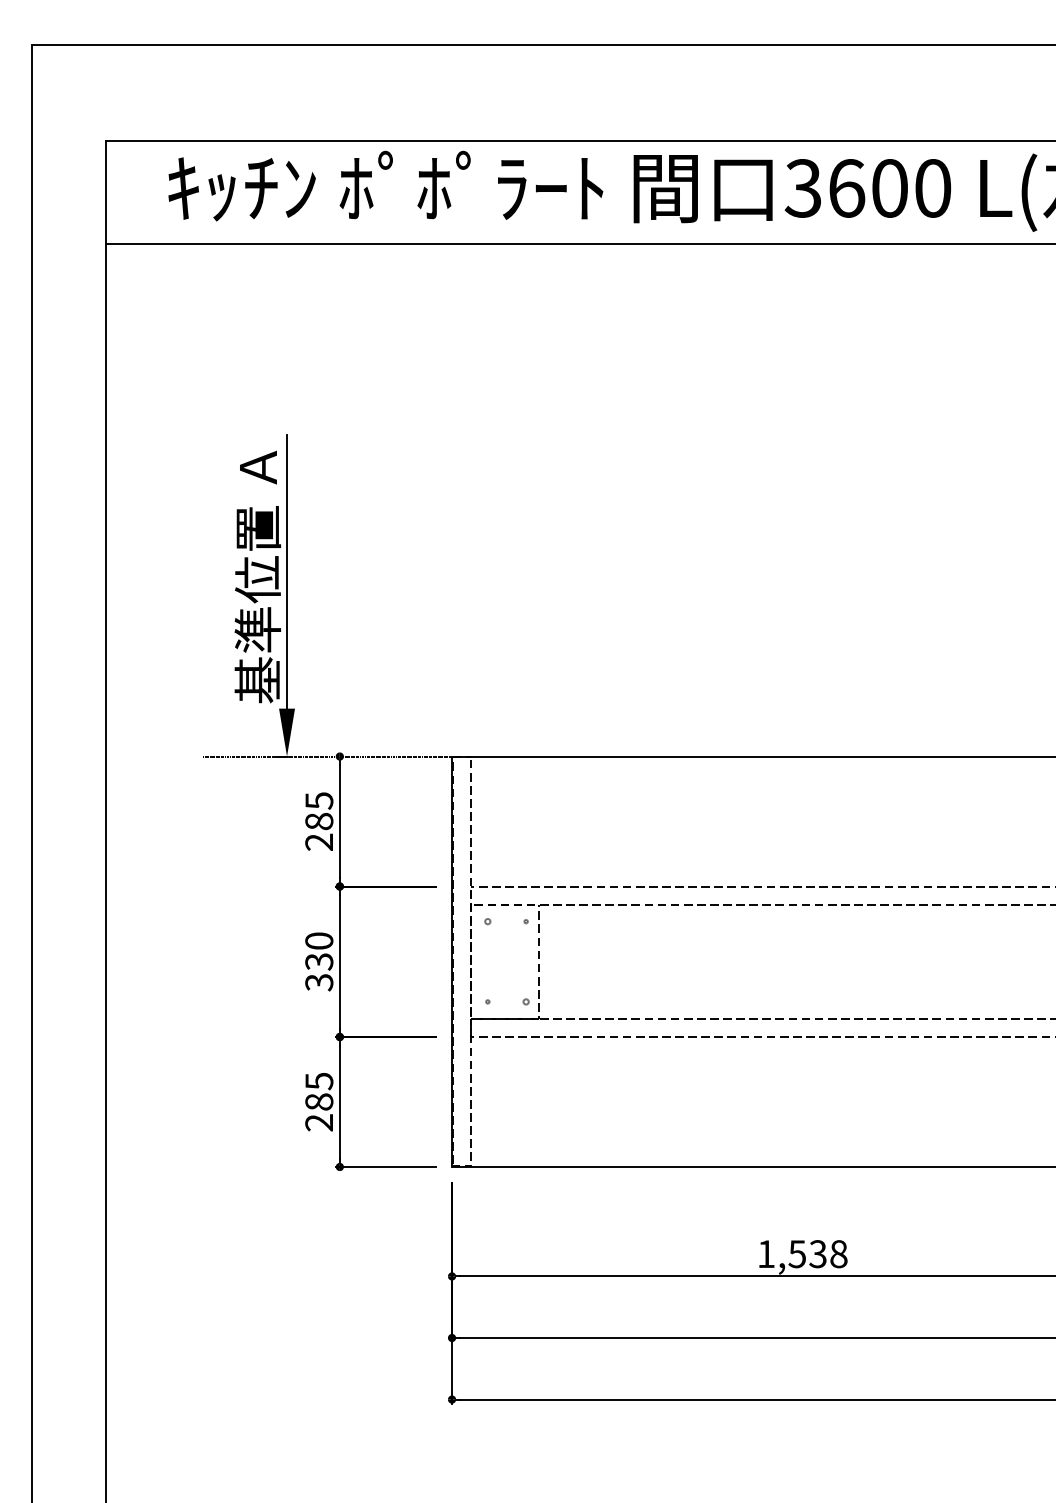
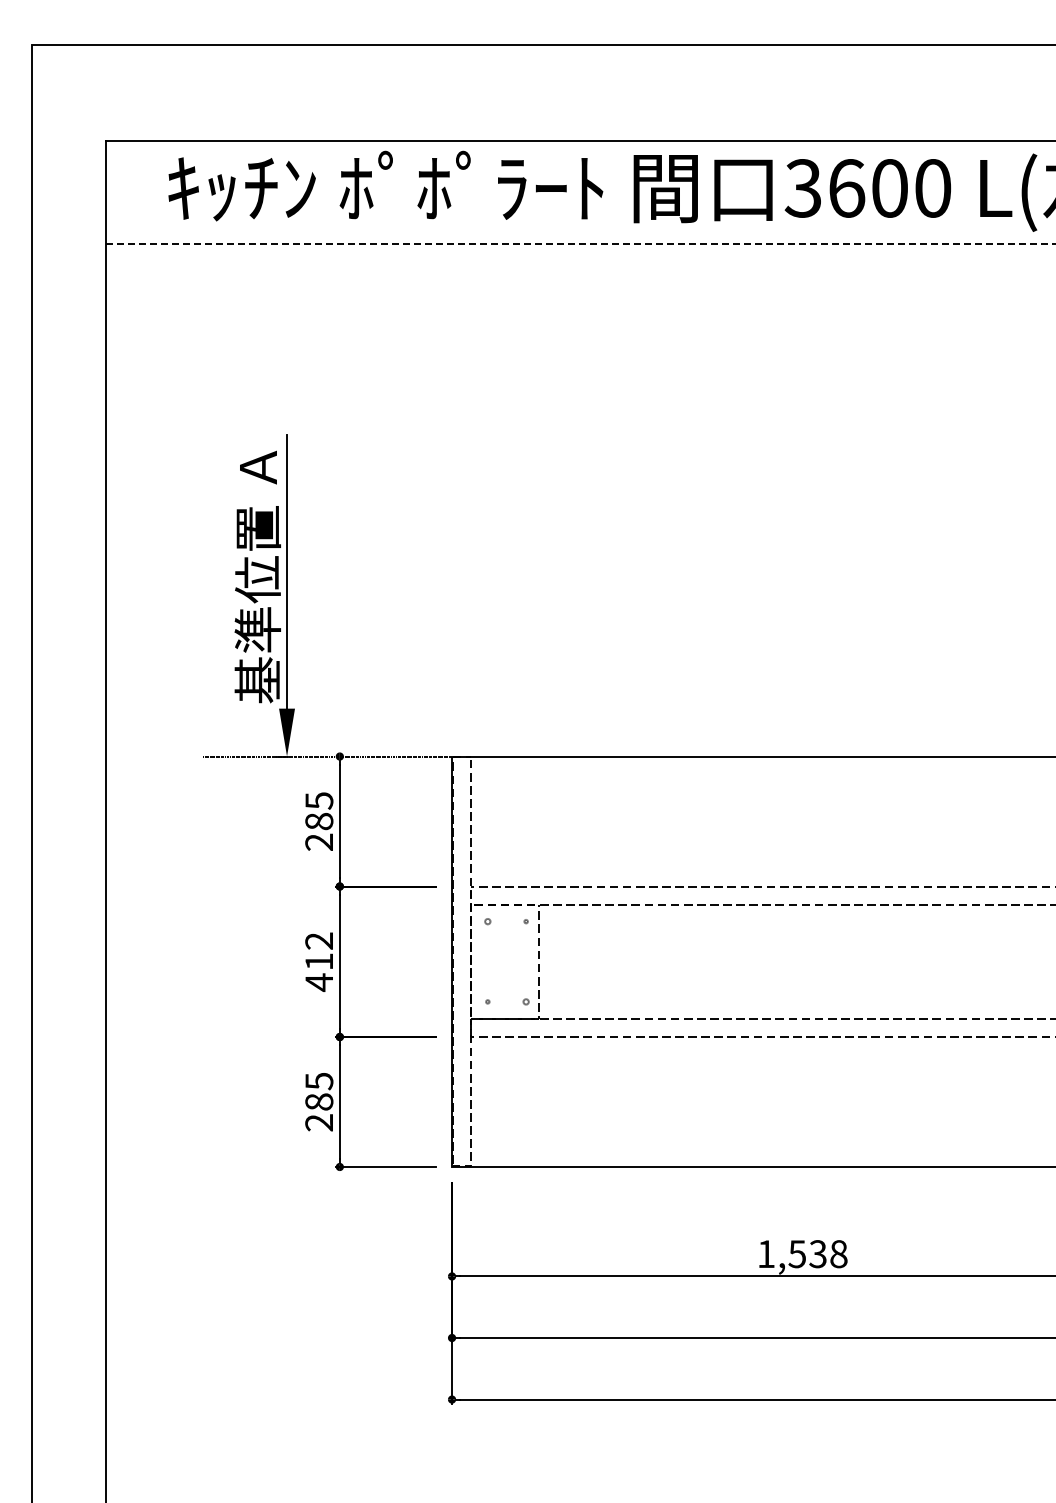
line at (580, 244): solid -> dashed
text at (319, 962): 330 -> 412
